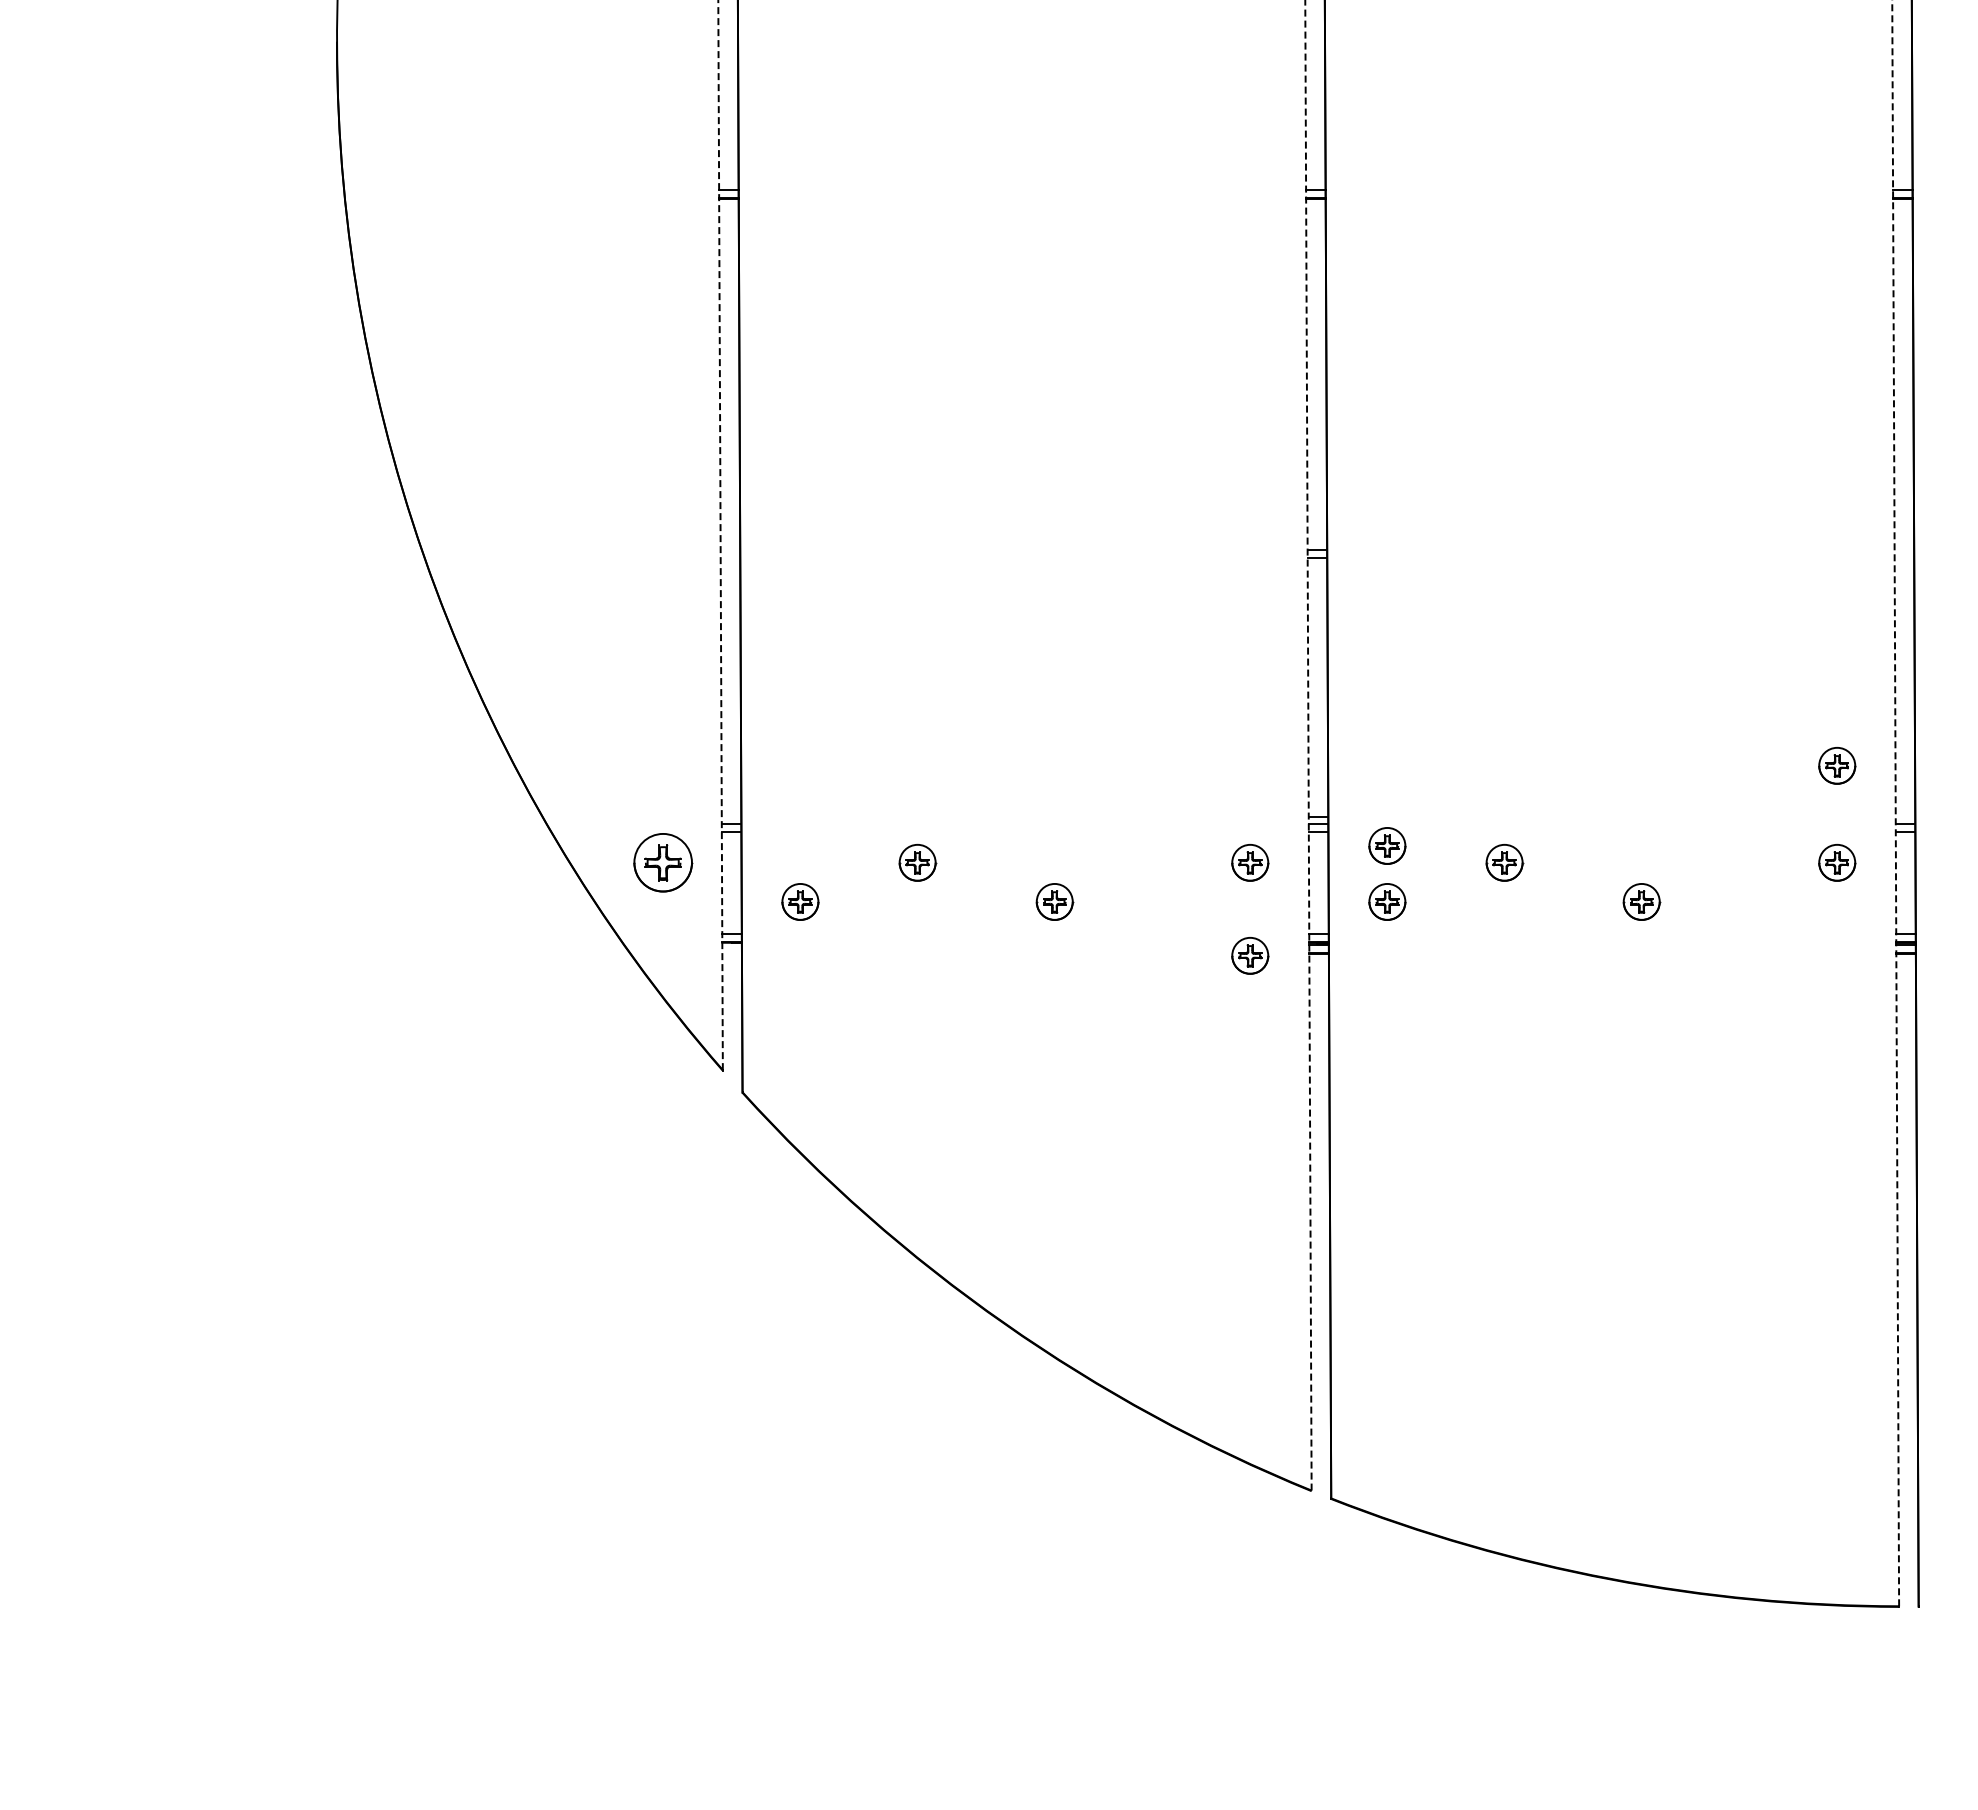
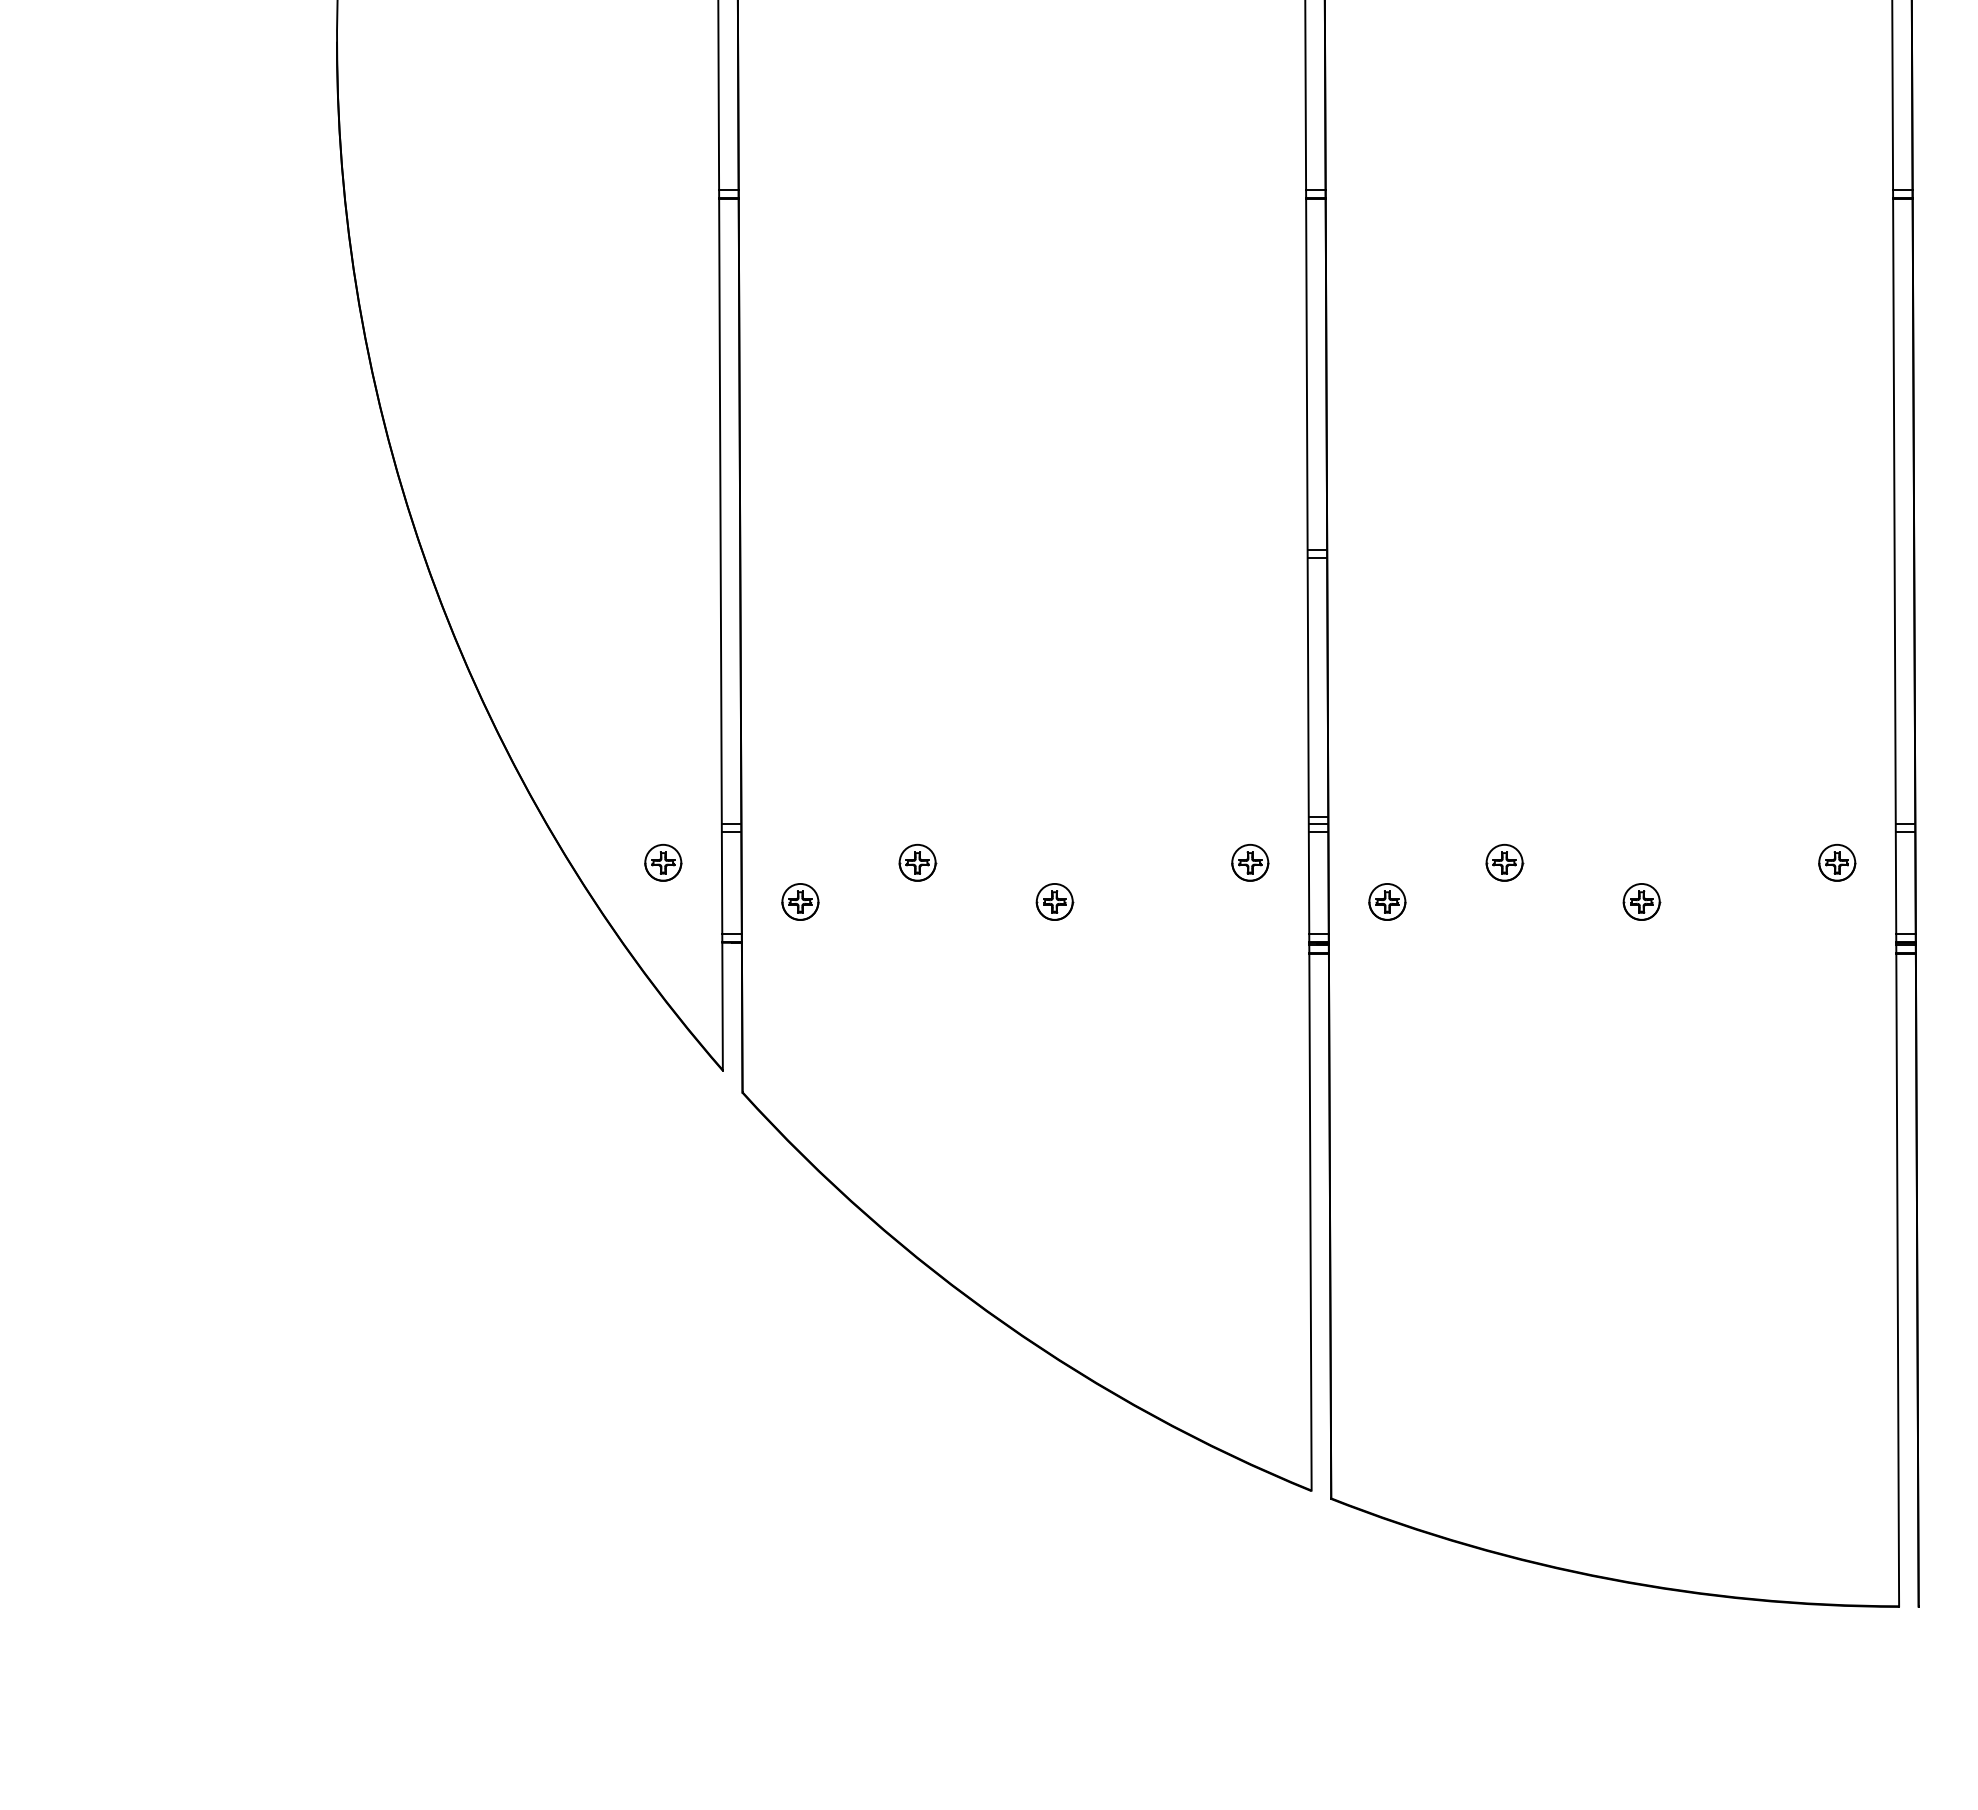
line at (720, 535): dashed -> solid
line at (1308, 744): dashed -> solid
part at (1837, 765): present -> none
line at (1895, 803): dashed -> solid
part at (1387, 845): present -> none
part at (663, 862) size: 61x60 px -> 39x38 px
part at (1250, 955): present -> none
